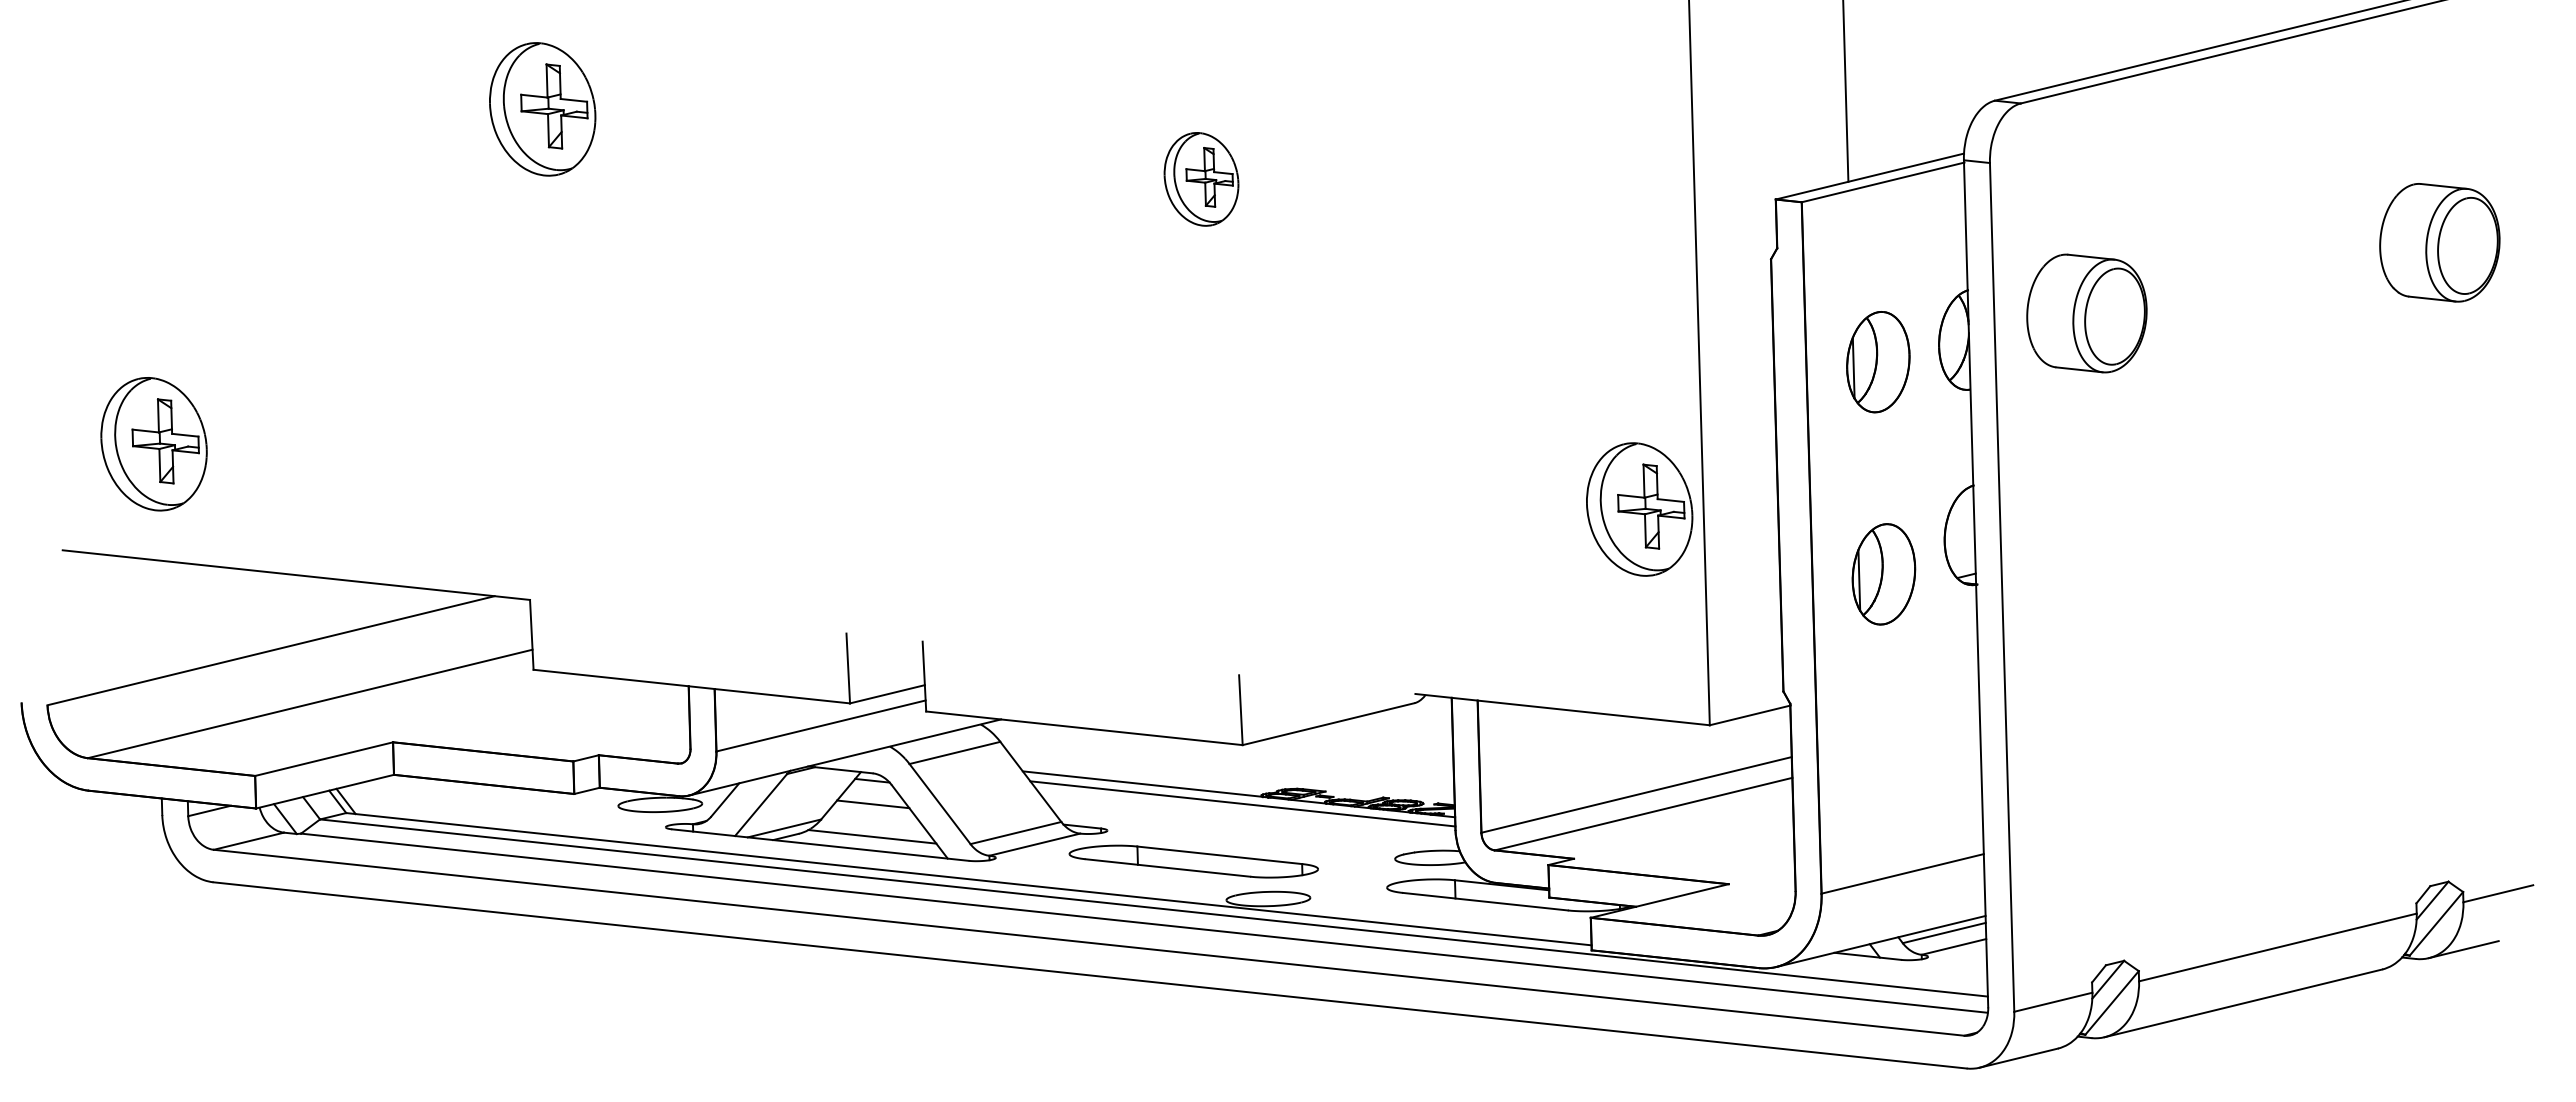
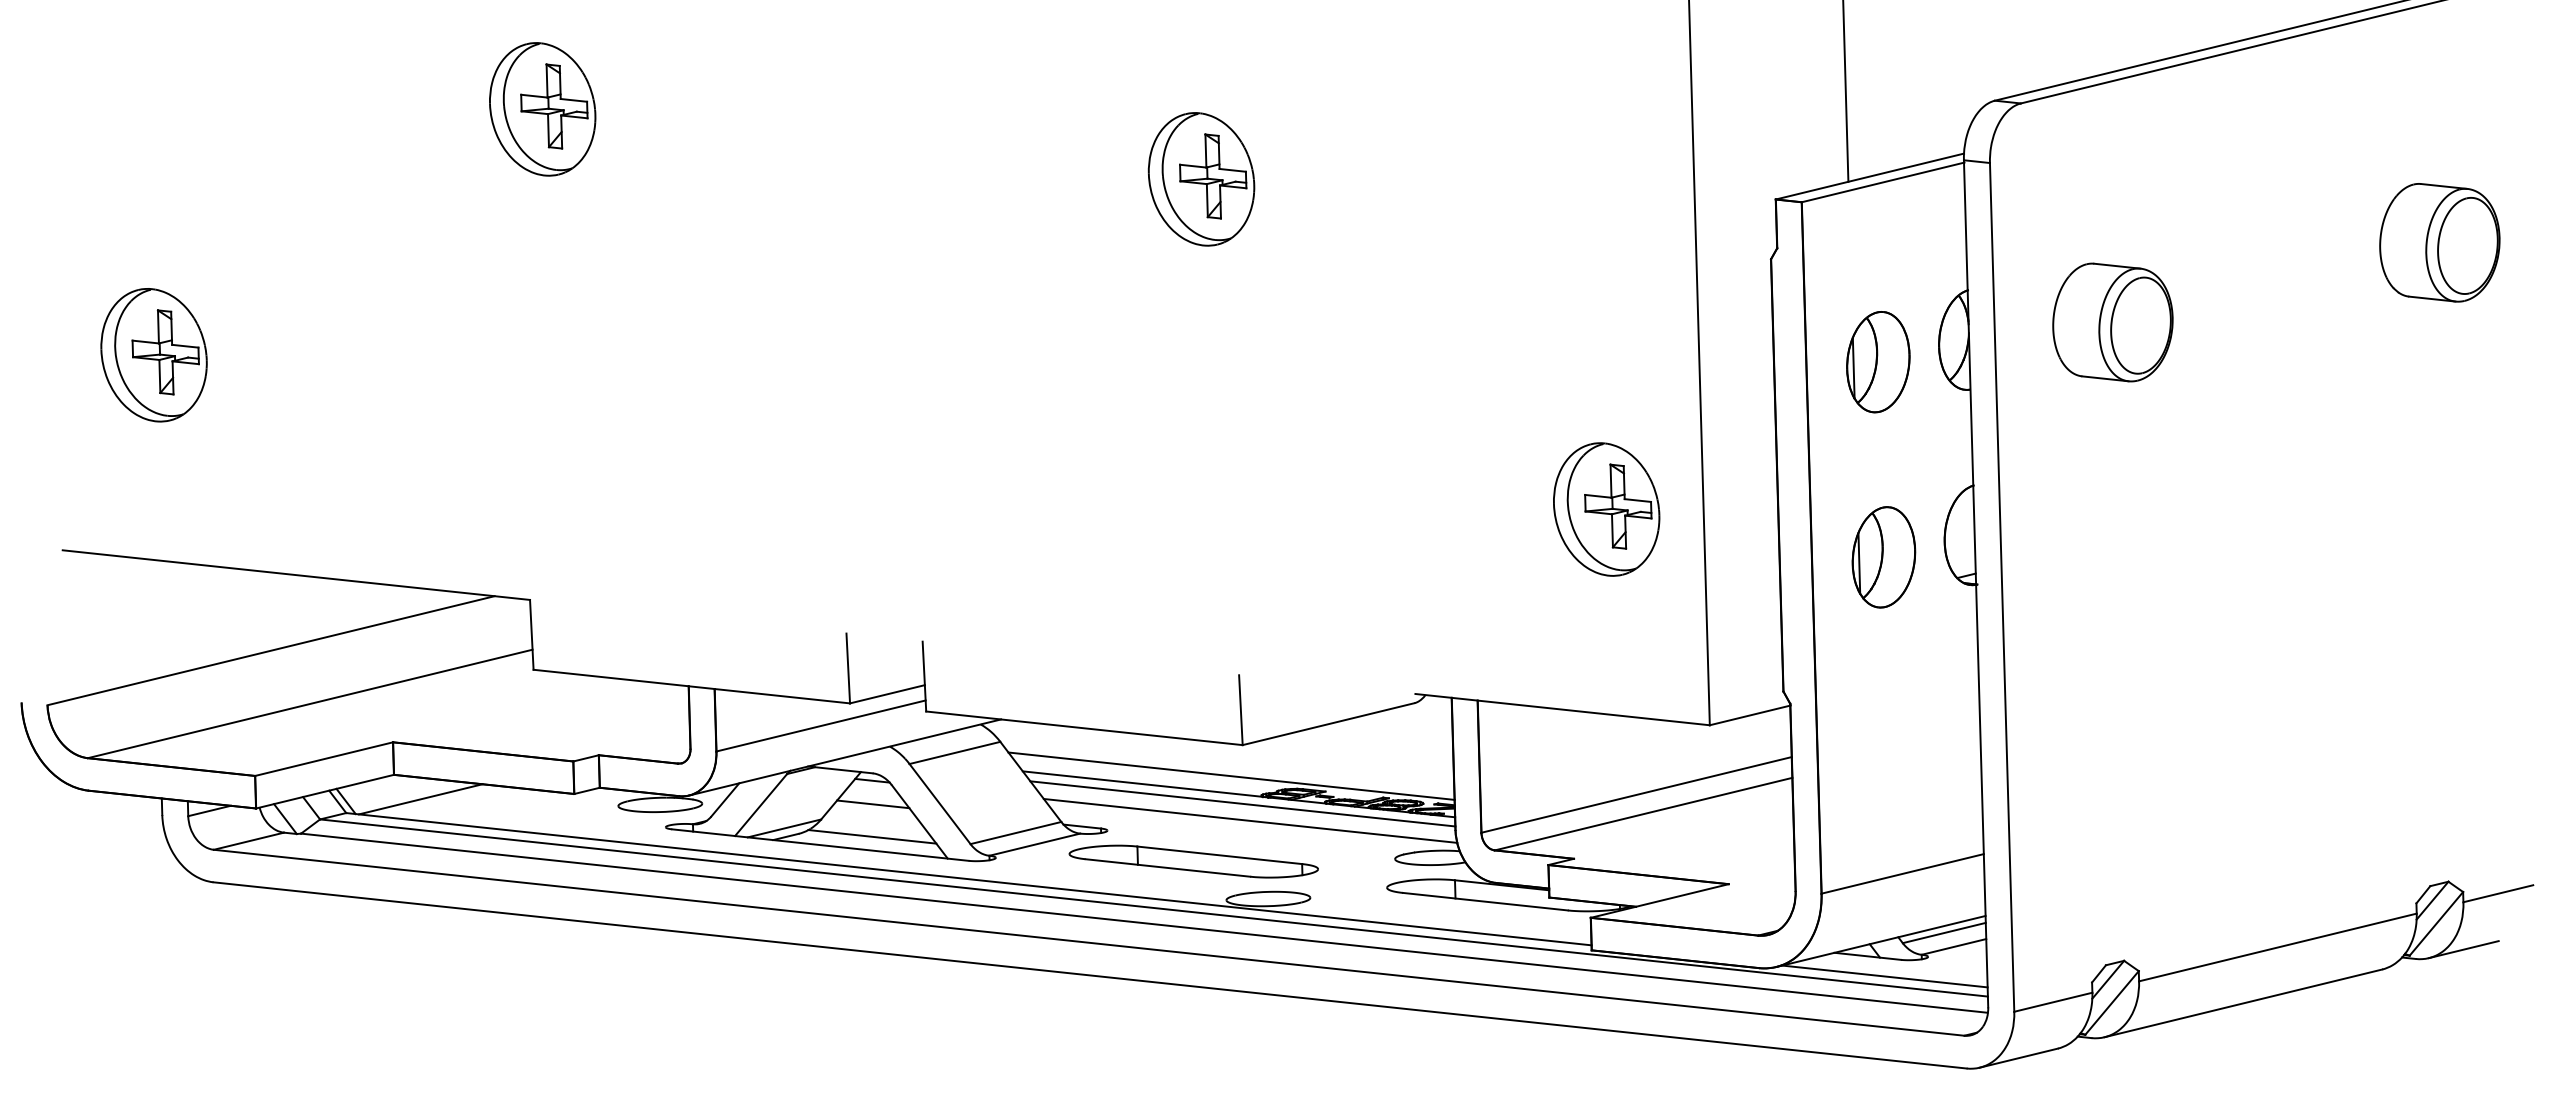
part at (1201, 179) size: 77x95 px -> 109x135 px
part at (2086, 313) position: (2086, 313) -> (2112, 322)
part at (153, 444) position: (153, 444) -> (153, 355)
part at (1639, 509) position: (1639, 509) -> (1606, 509)
part at (1883, 574) position: (1883, 574) -> (1883, 557)
line at (1231, 775): none -> present
line at (420, 799): none -> present
line at (1250, 820): none -> present
line at (1884, 976): none -> present
